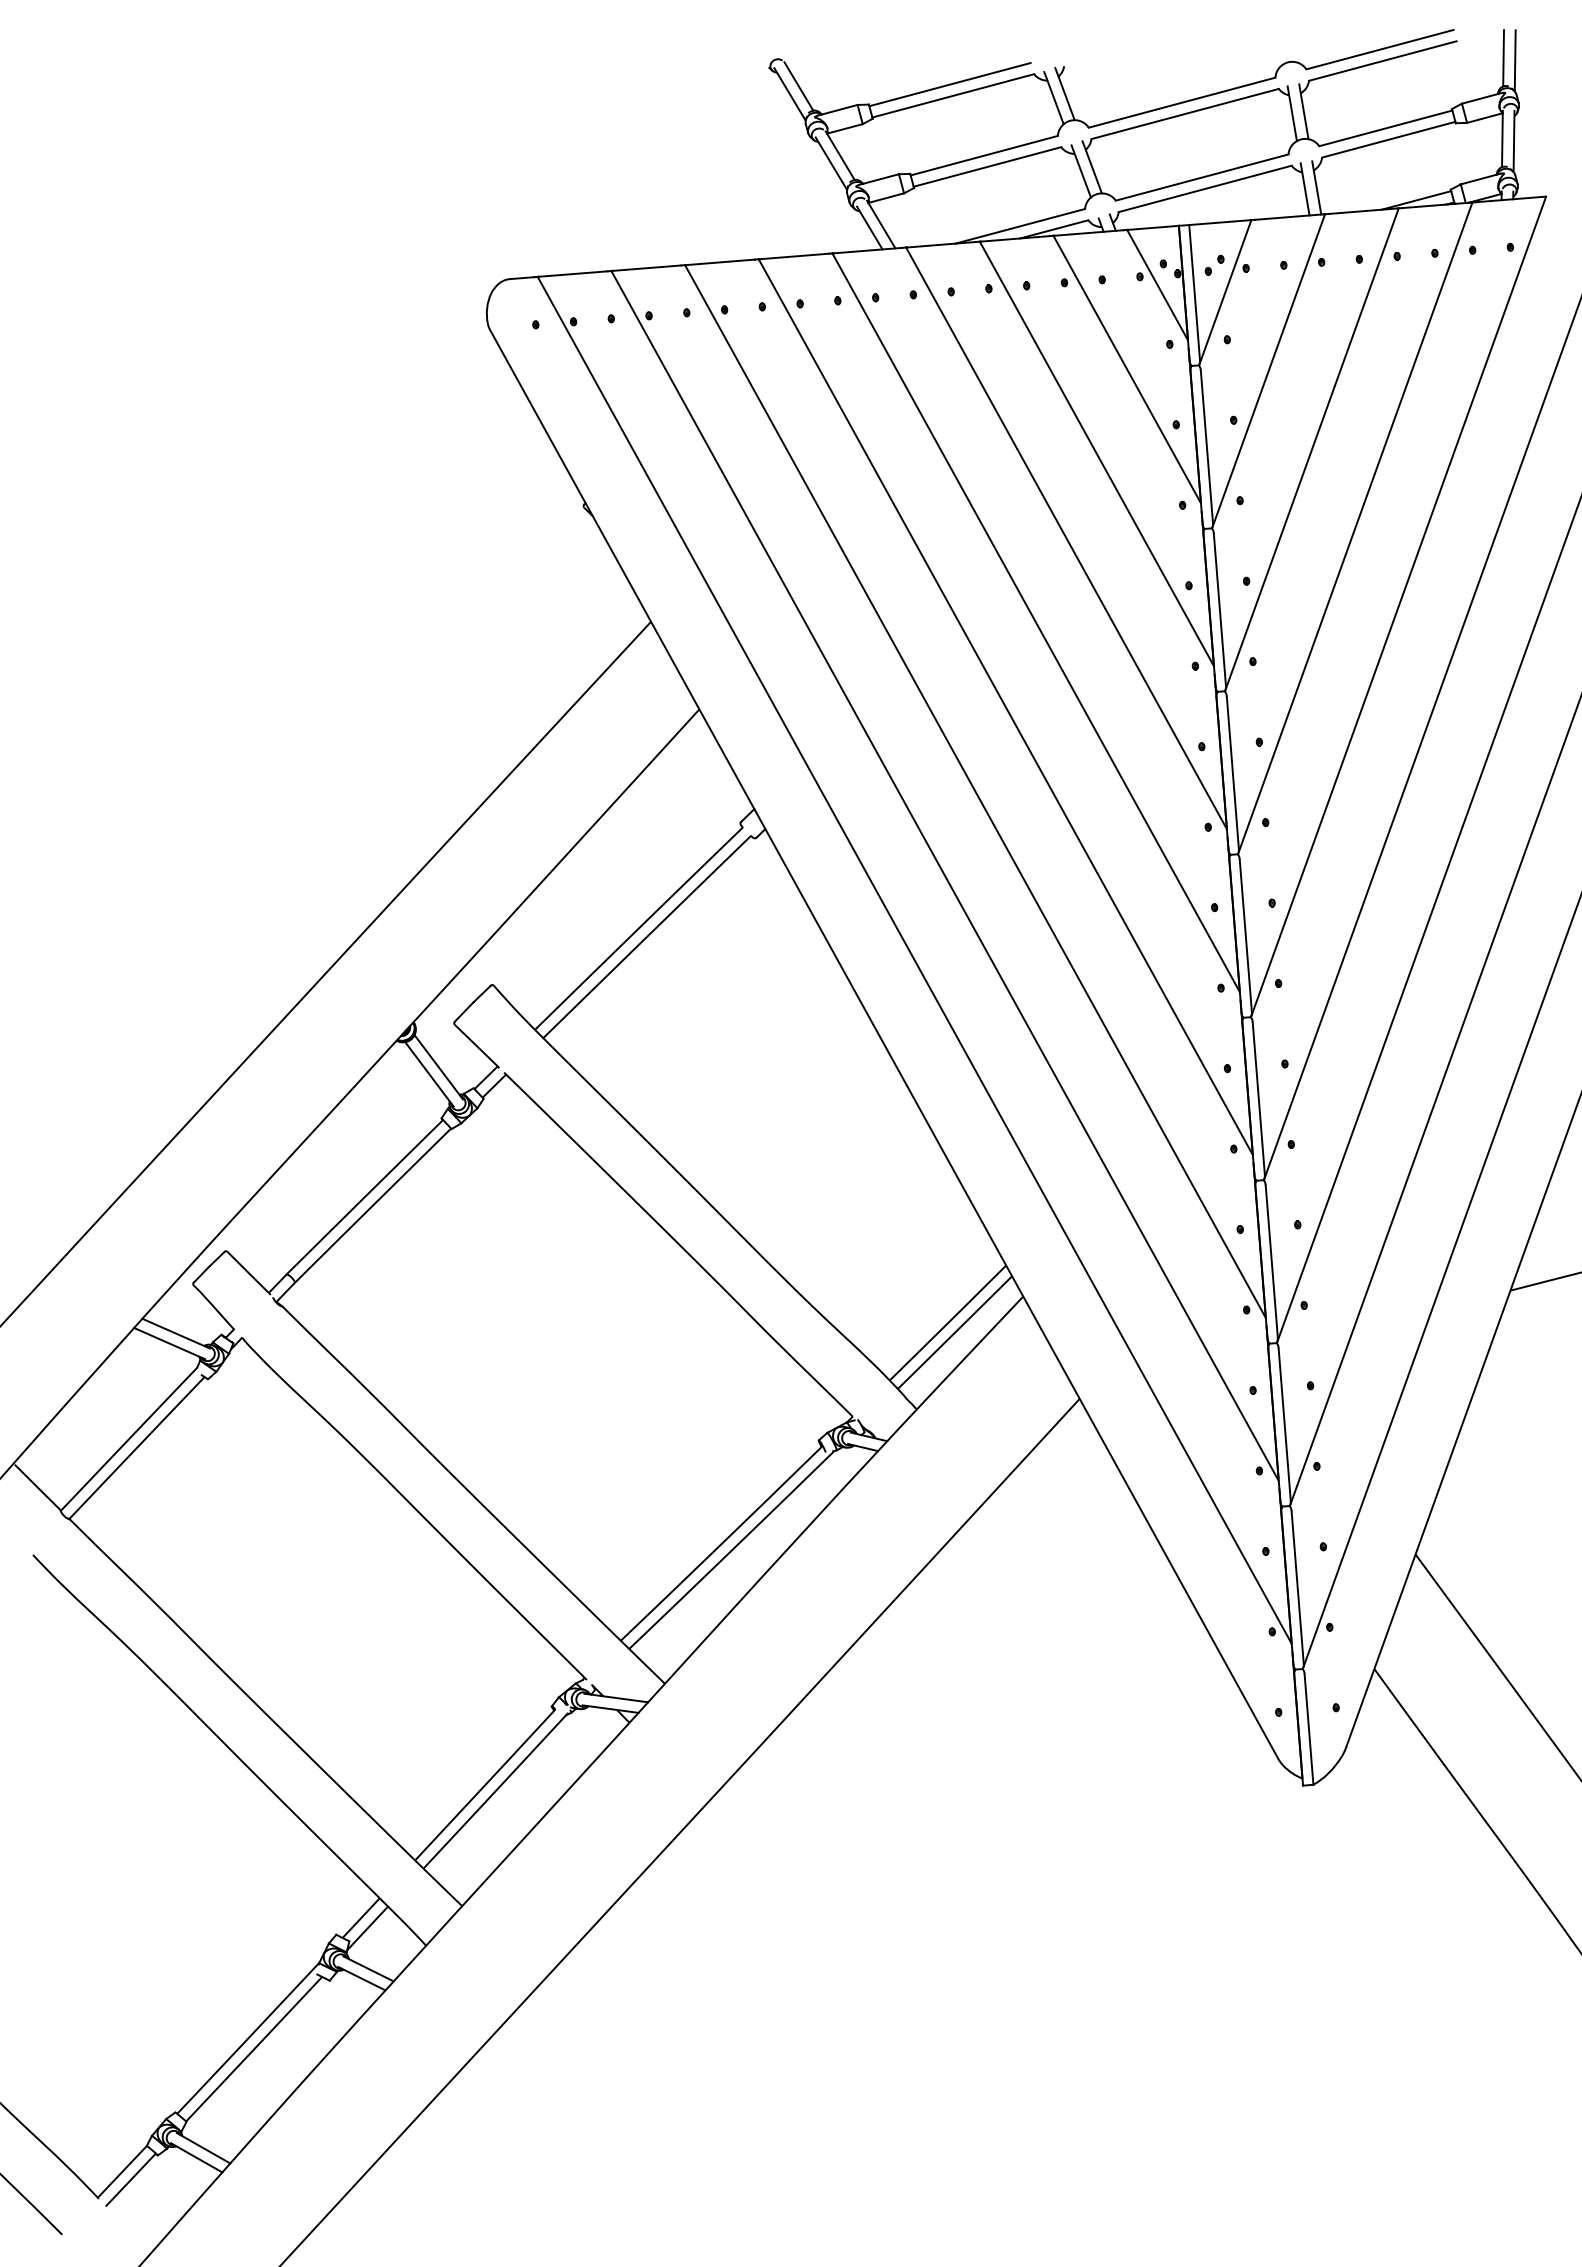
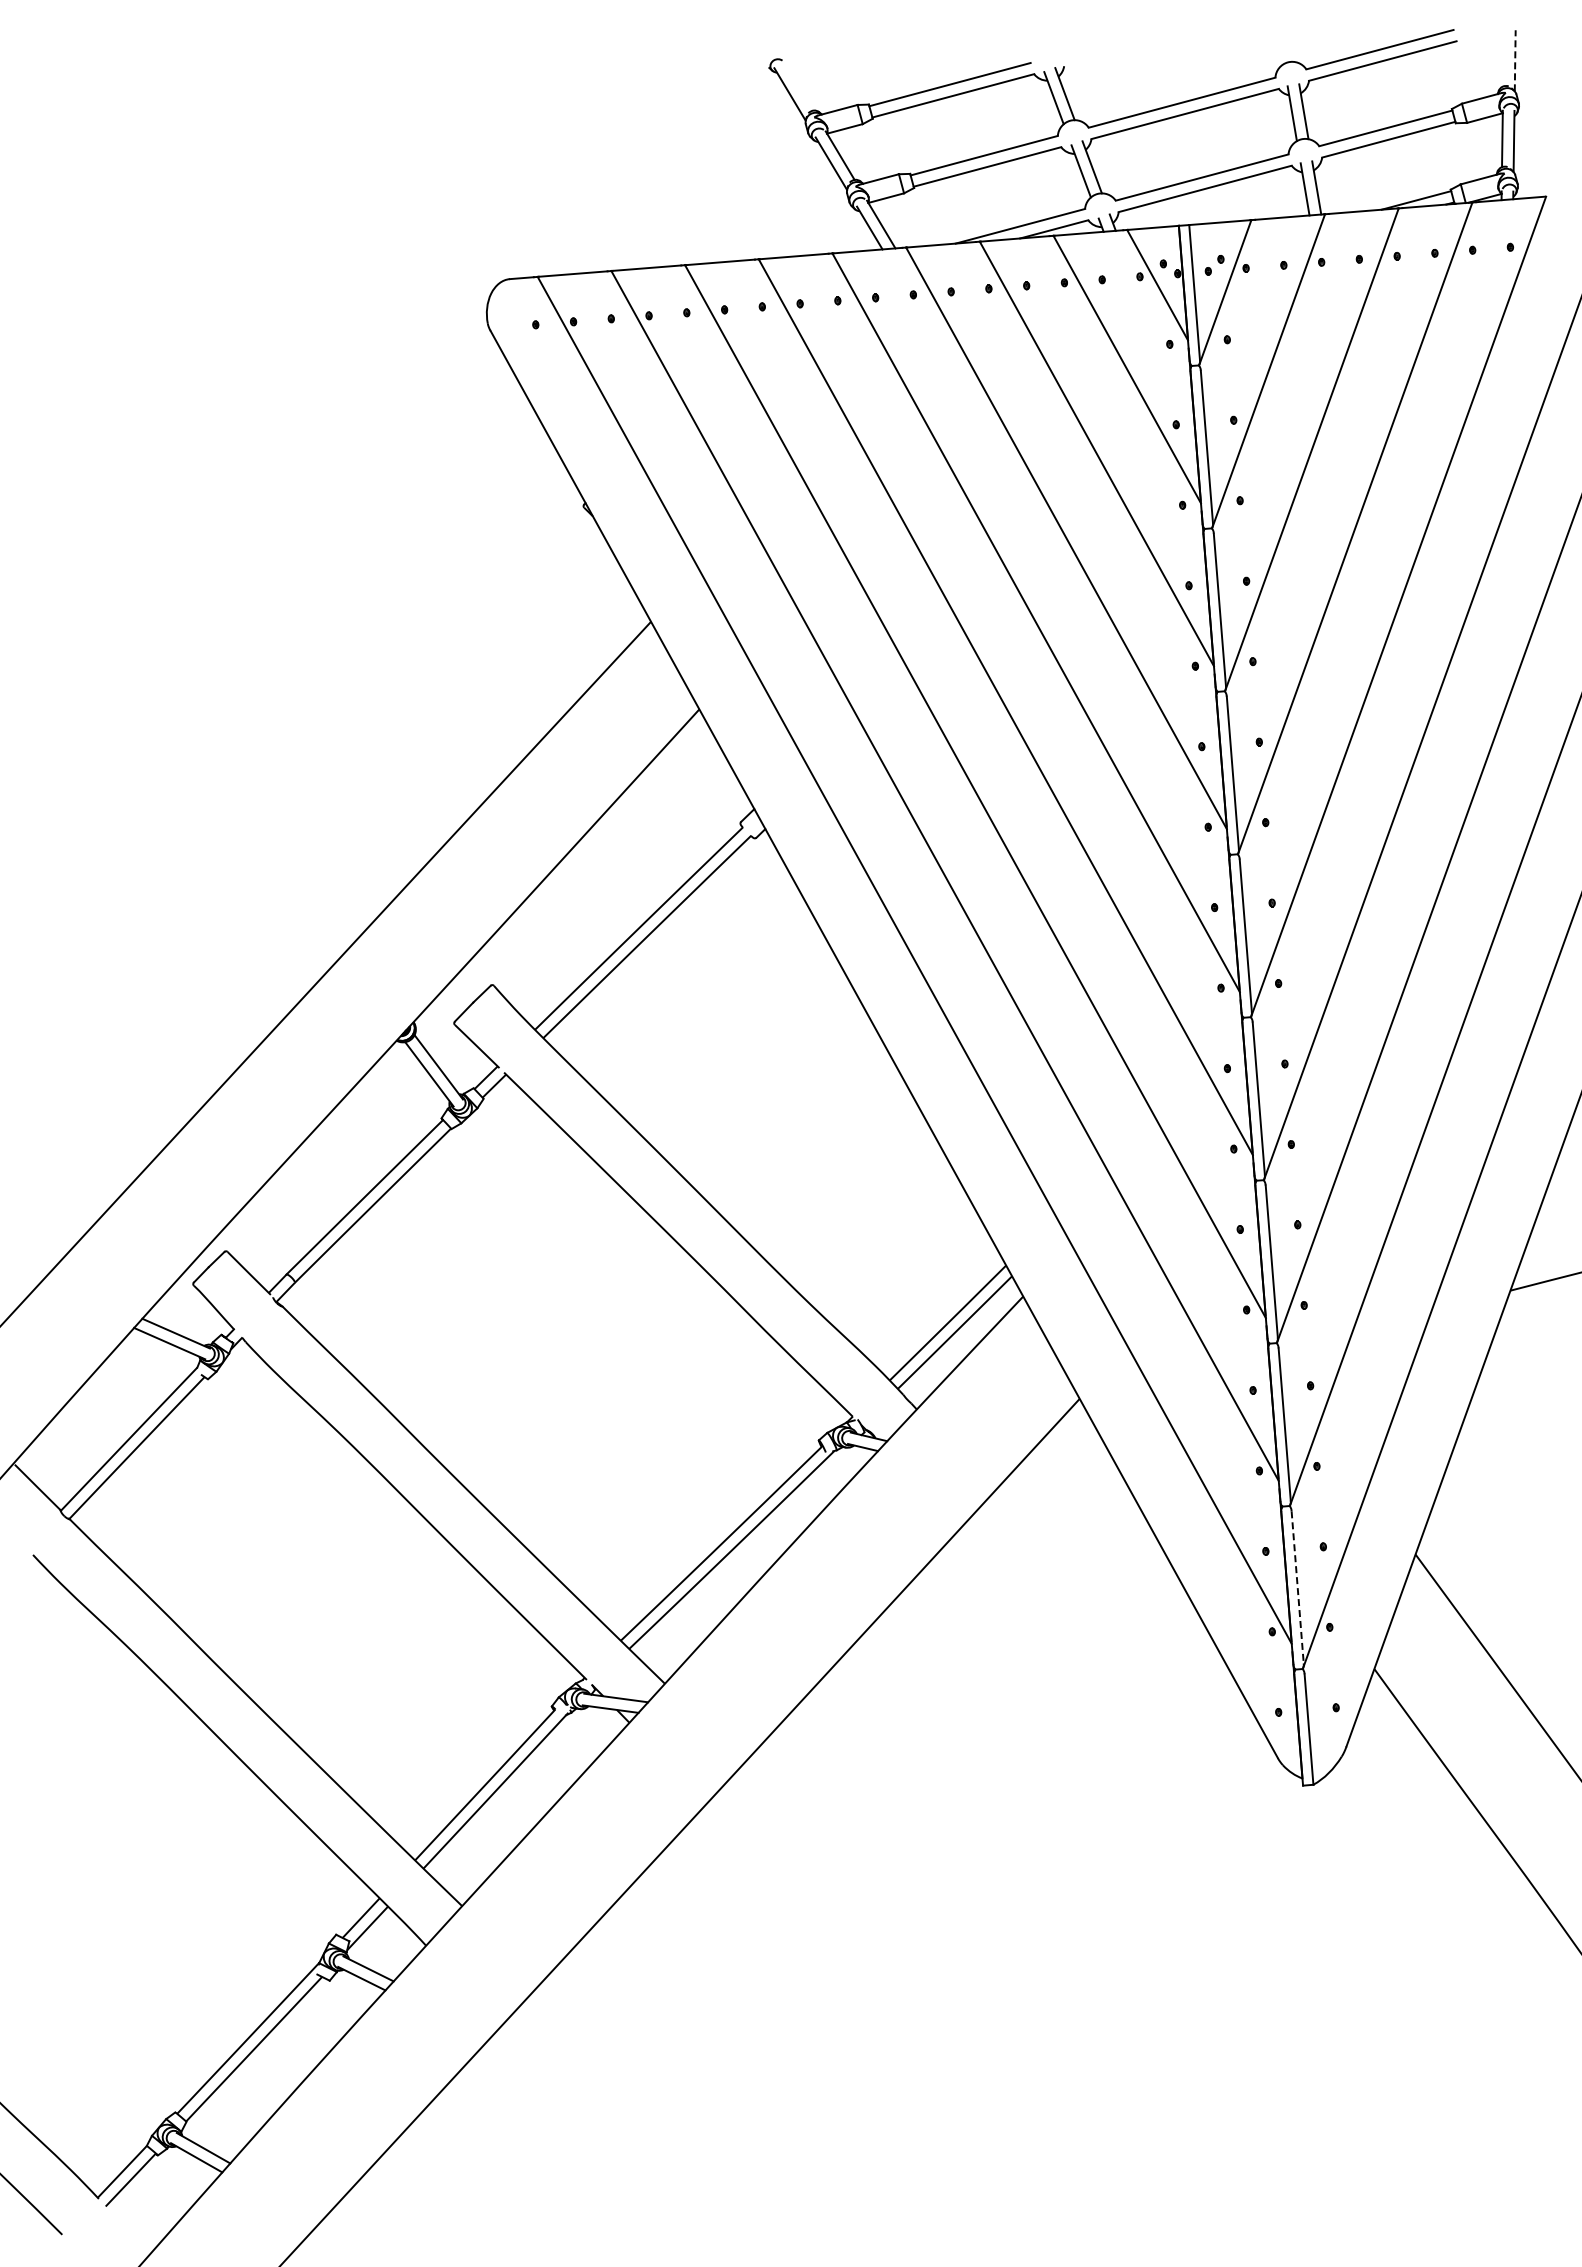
line at (1503, 58): present -> none
line at (1515, 60): solid -> dashed
line at (798, 86): present -> none
line at (1297, 1587): solid -> dashed
